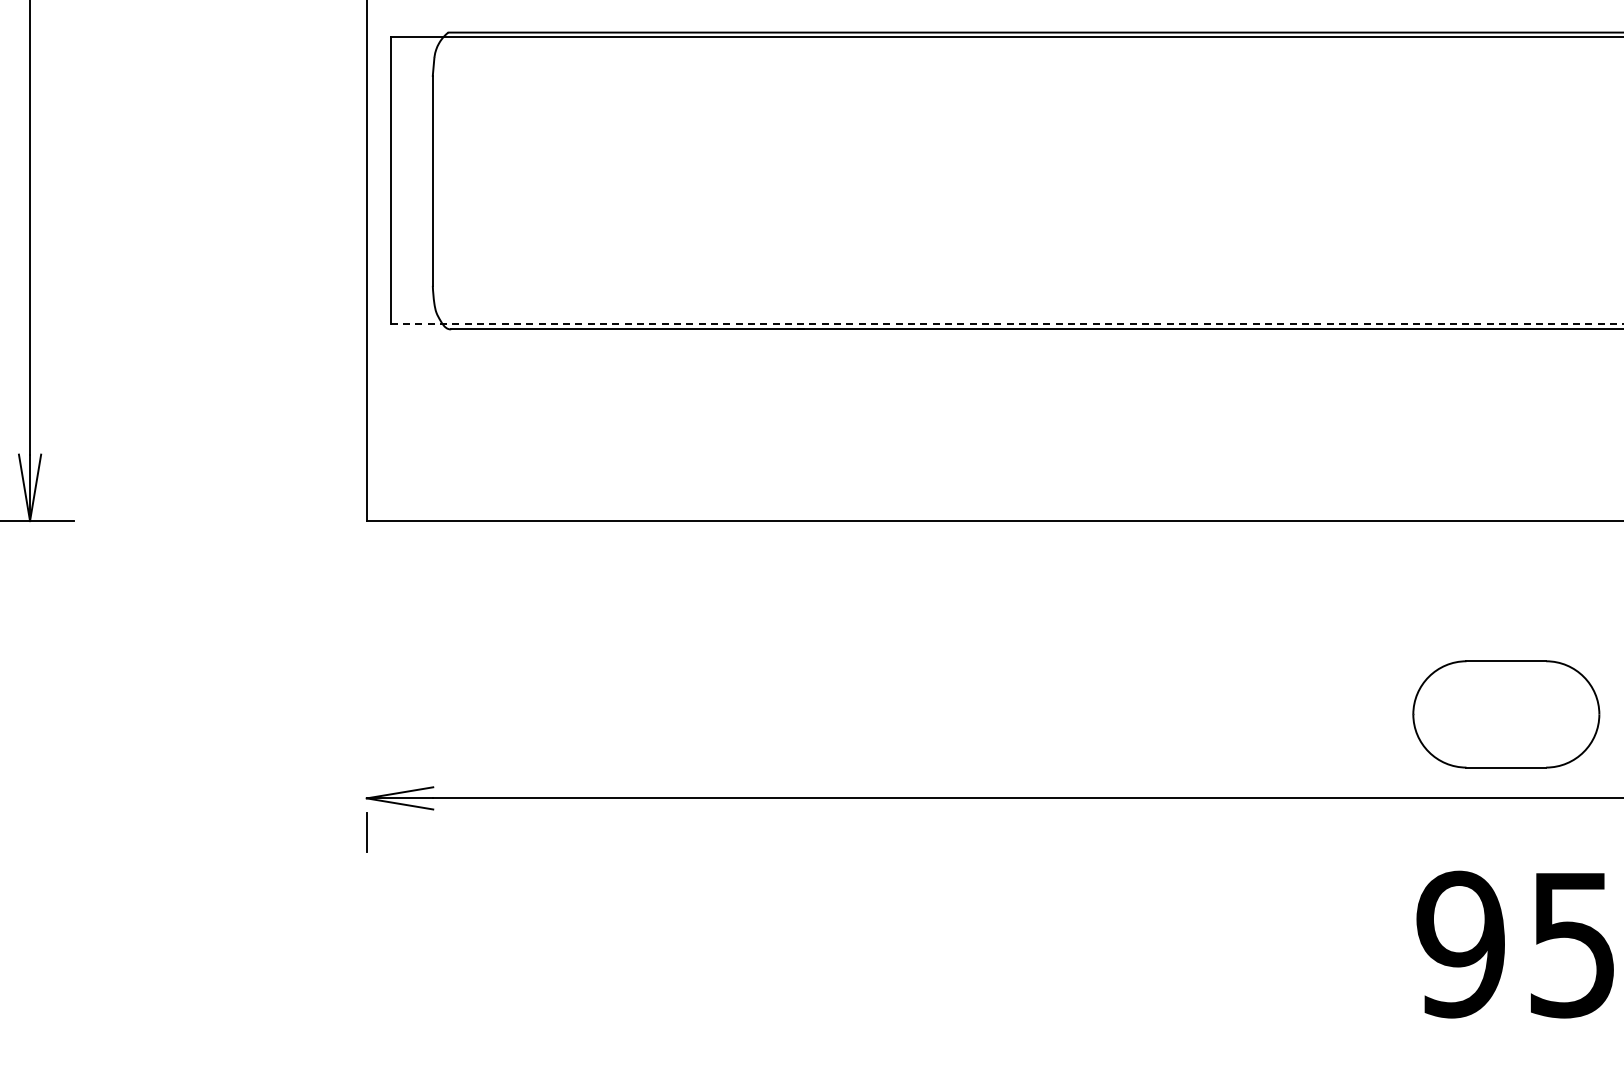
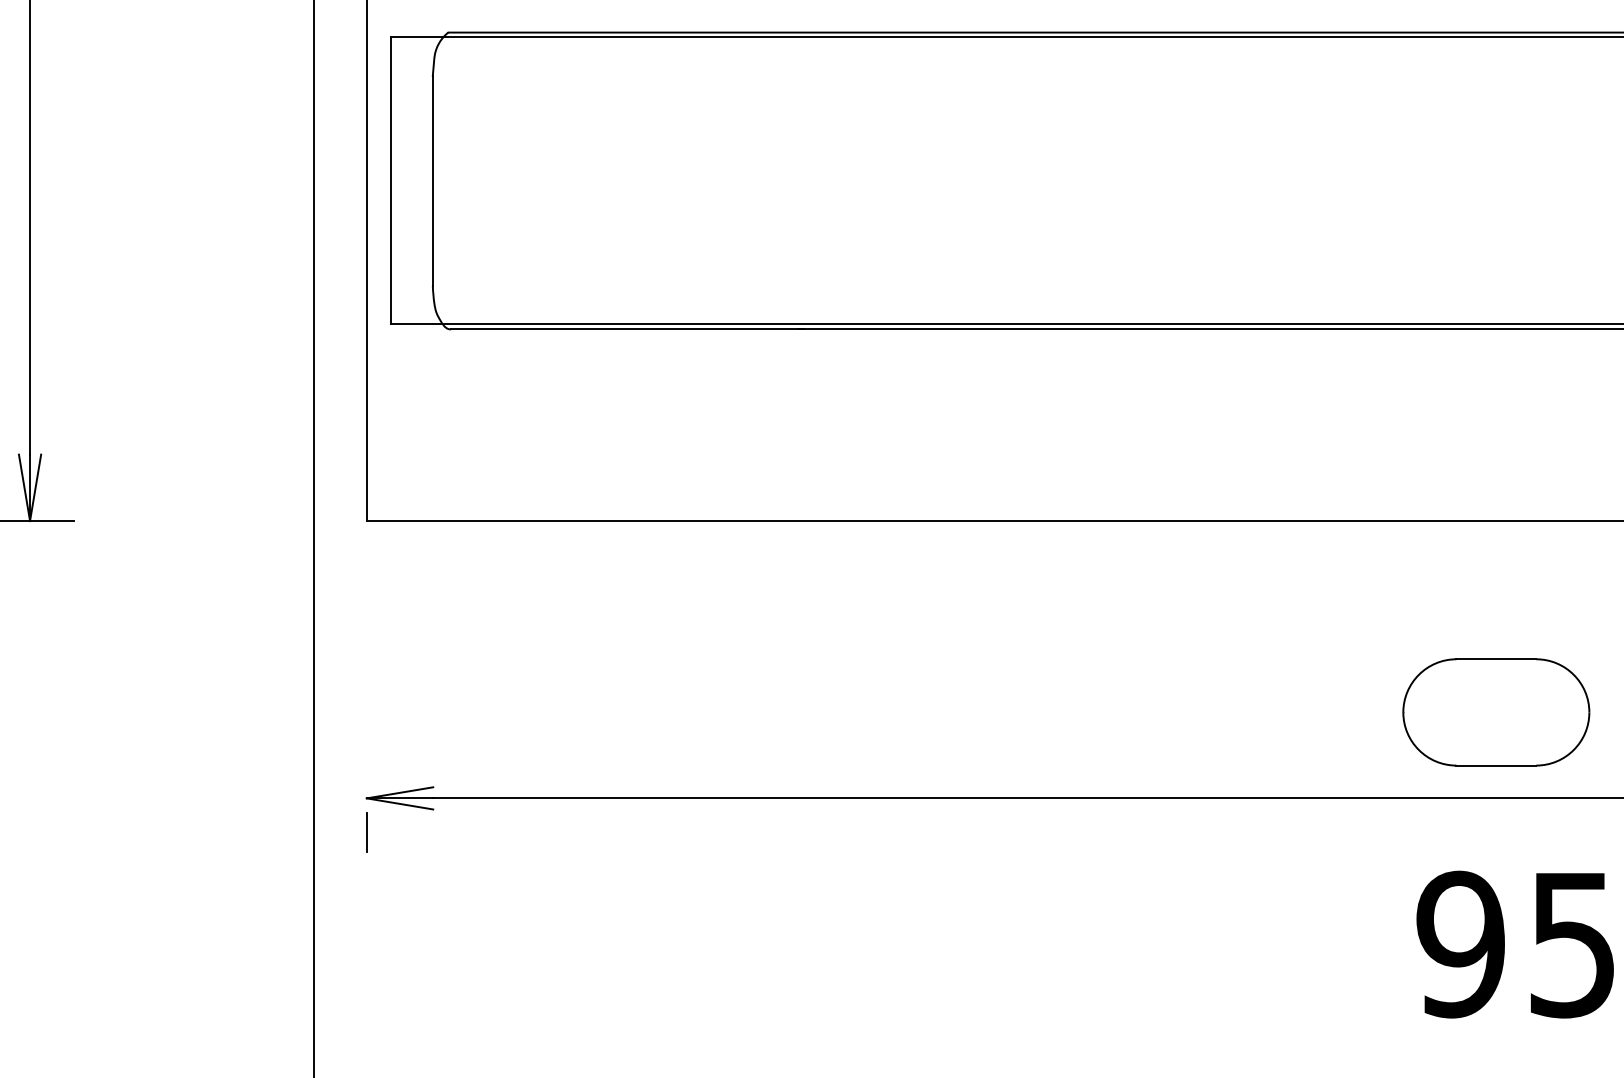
line at (1007, 324): dashed -> solid
line at (313, 538): none -> present
part at (1506, 714) position: (1506, 714) -> (1496, 712)
